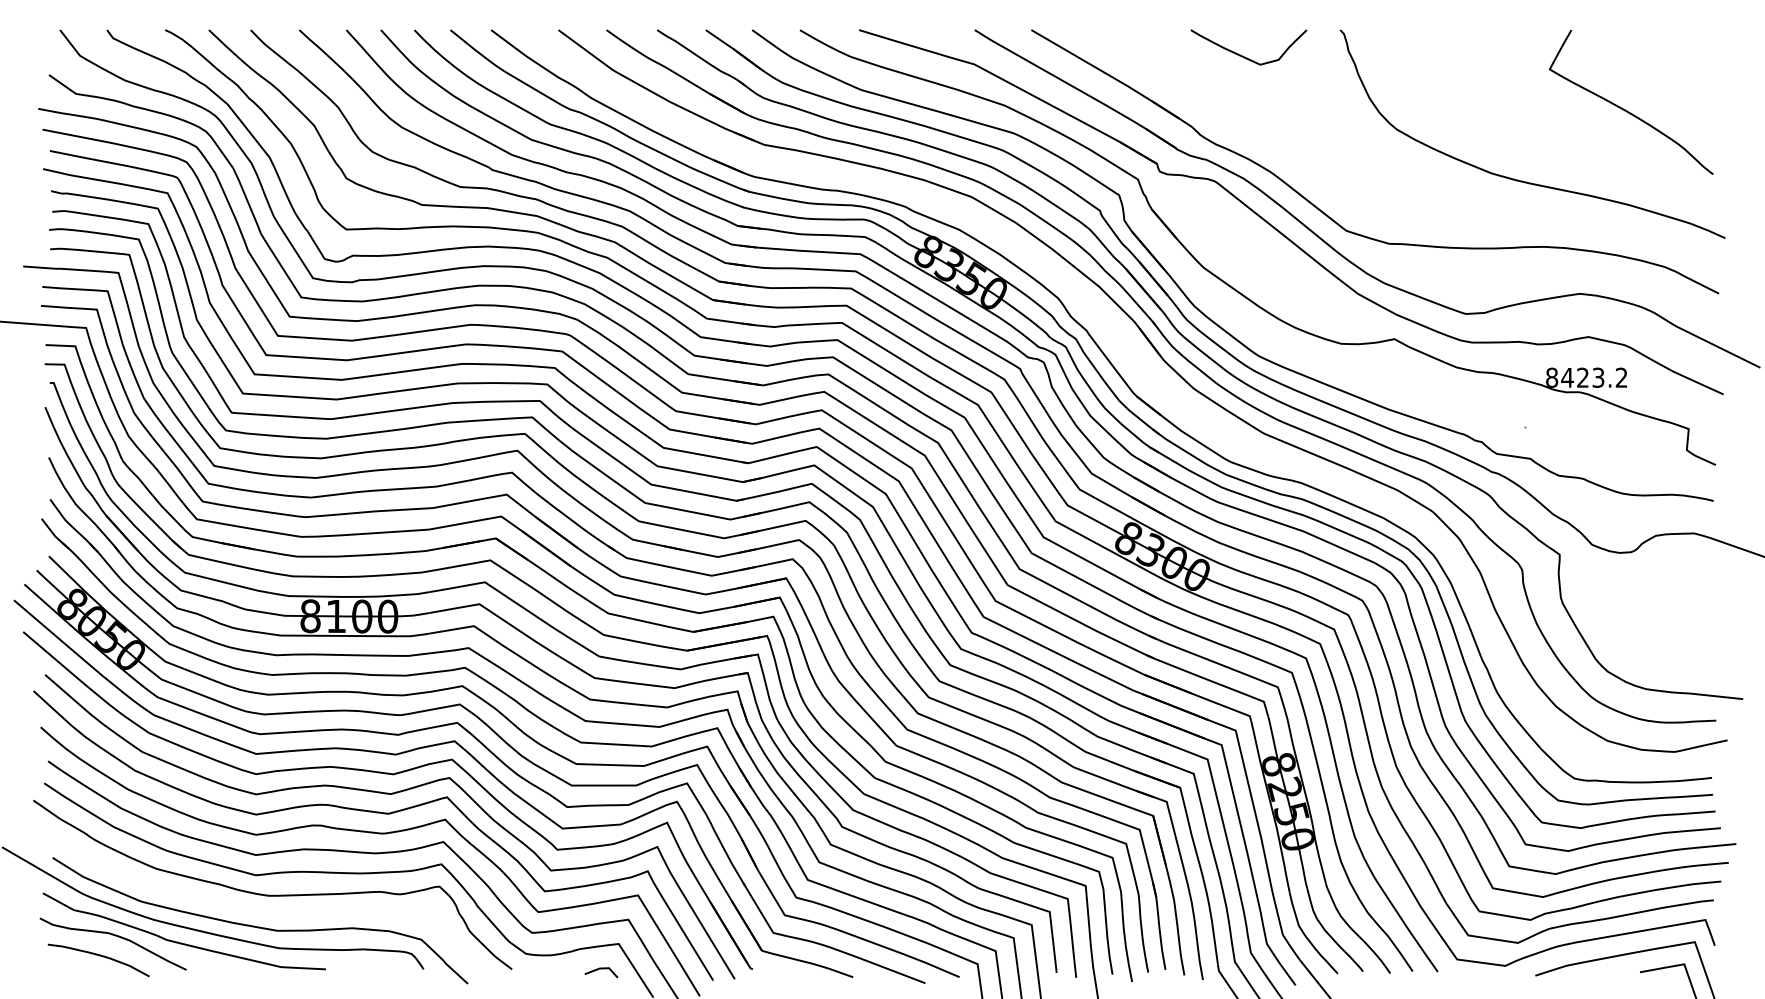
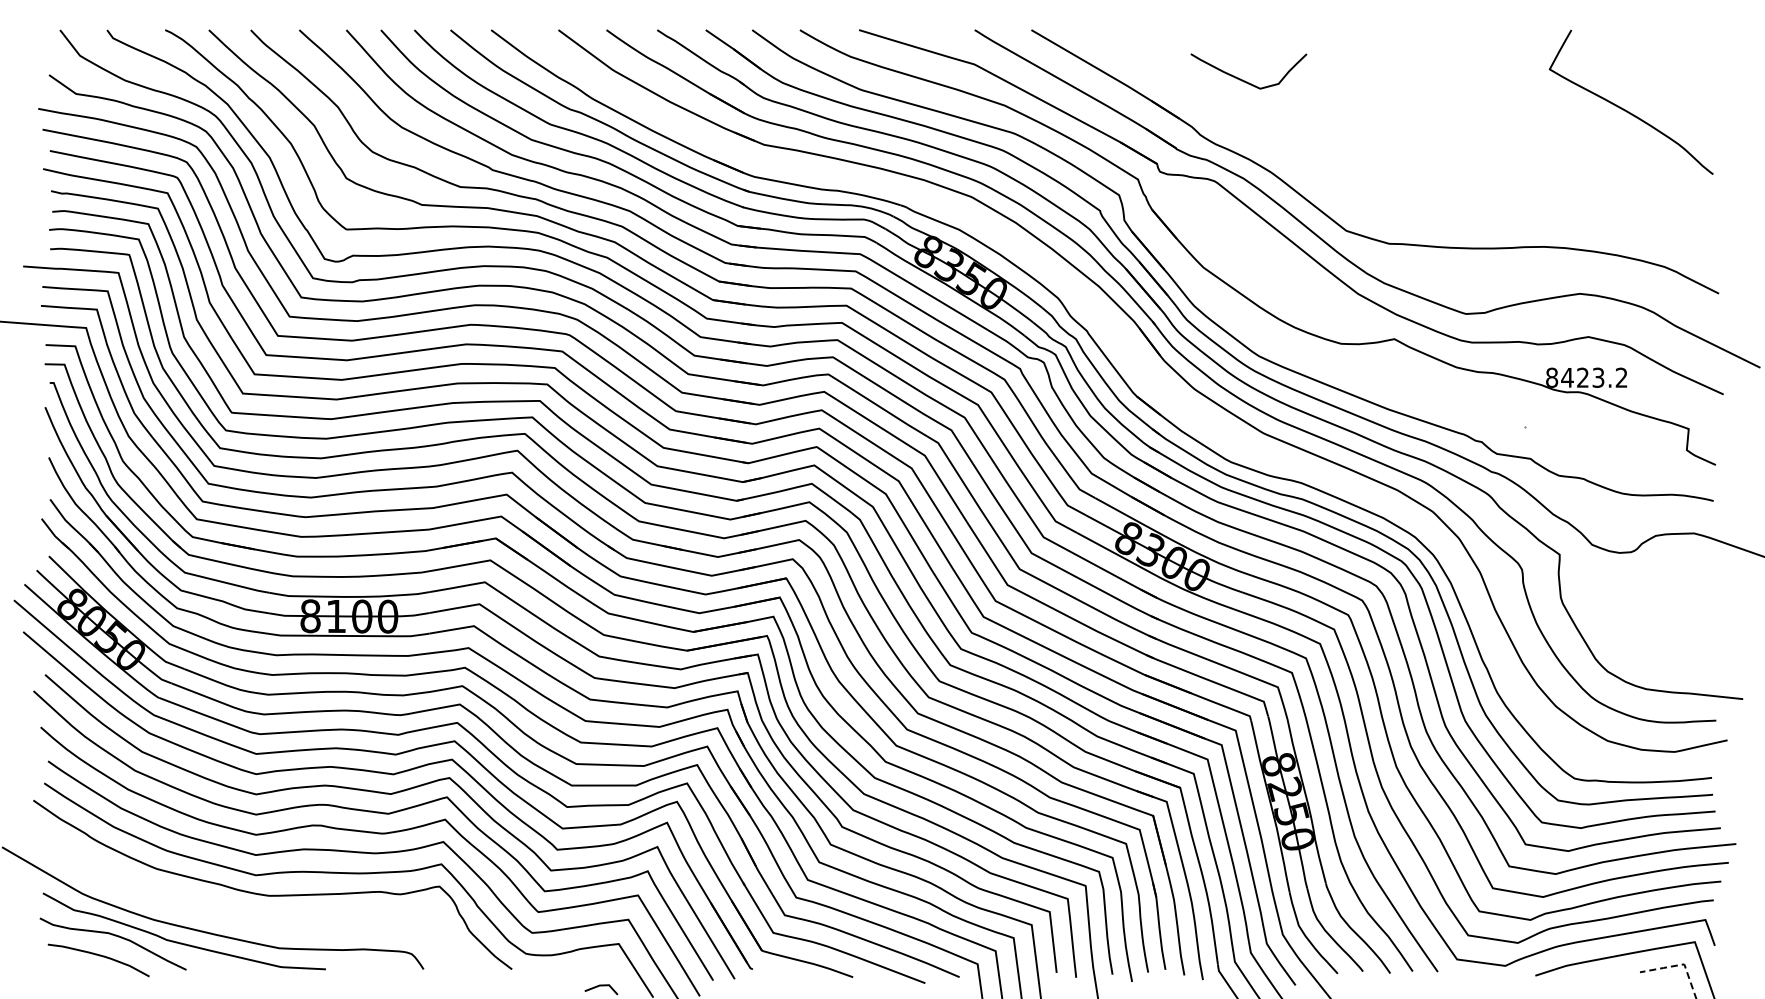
curve at (1244, 56) position: (1244, 56) -> (1244, 80)
curve at (1522, 180): present -> none
curve at (260, 926): present -> none
line at (1679, 965): solid -> dashed
line at (601, 969) position: (601, 969) -> (601, 986)
